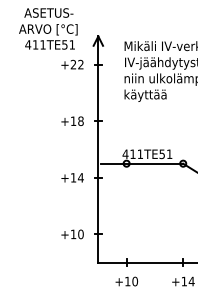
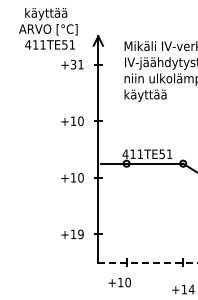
text at (48, 14): ASETUS- -> käyttää
text at (76, 64): +22 -> +31
text at (80, 120): +18 -> +10
text at (80, 177): +14 -> +10
text at (80, 234): +10 -> +19
line at (148, 262): solid -> dashed
text at (126, 281) position: (126, 281) -> (119, 282)
text at (183, 281) position: (183, 281) -> (183, 289)
